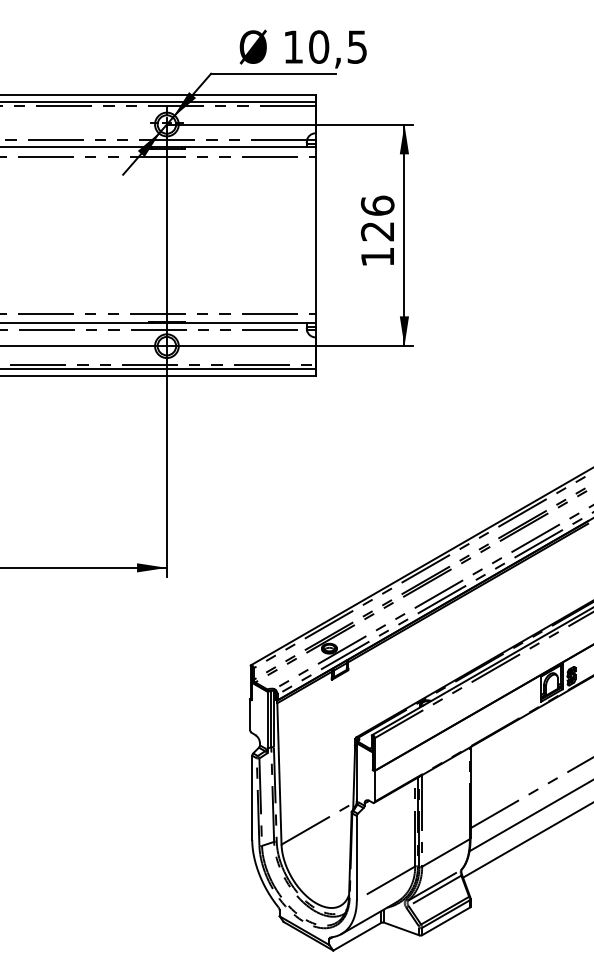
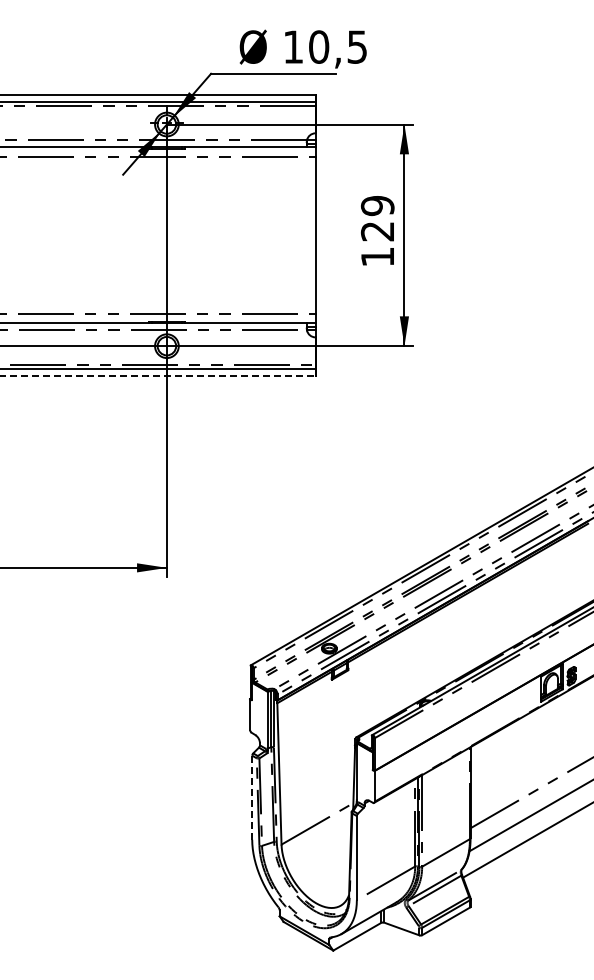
text at (377, 205): 126 -> 129
line at (158, 376): solid -> dashed
line at (252, 798): solid -> dashed
